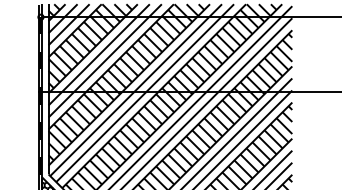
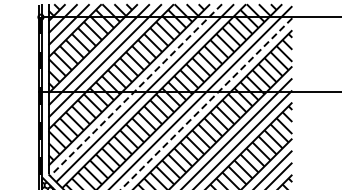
line at (135, 90): solid -> dashed
line at (206, 104): solid -> dashed
